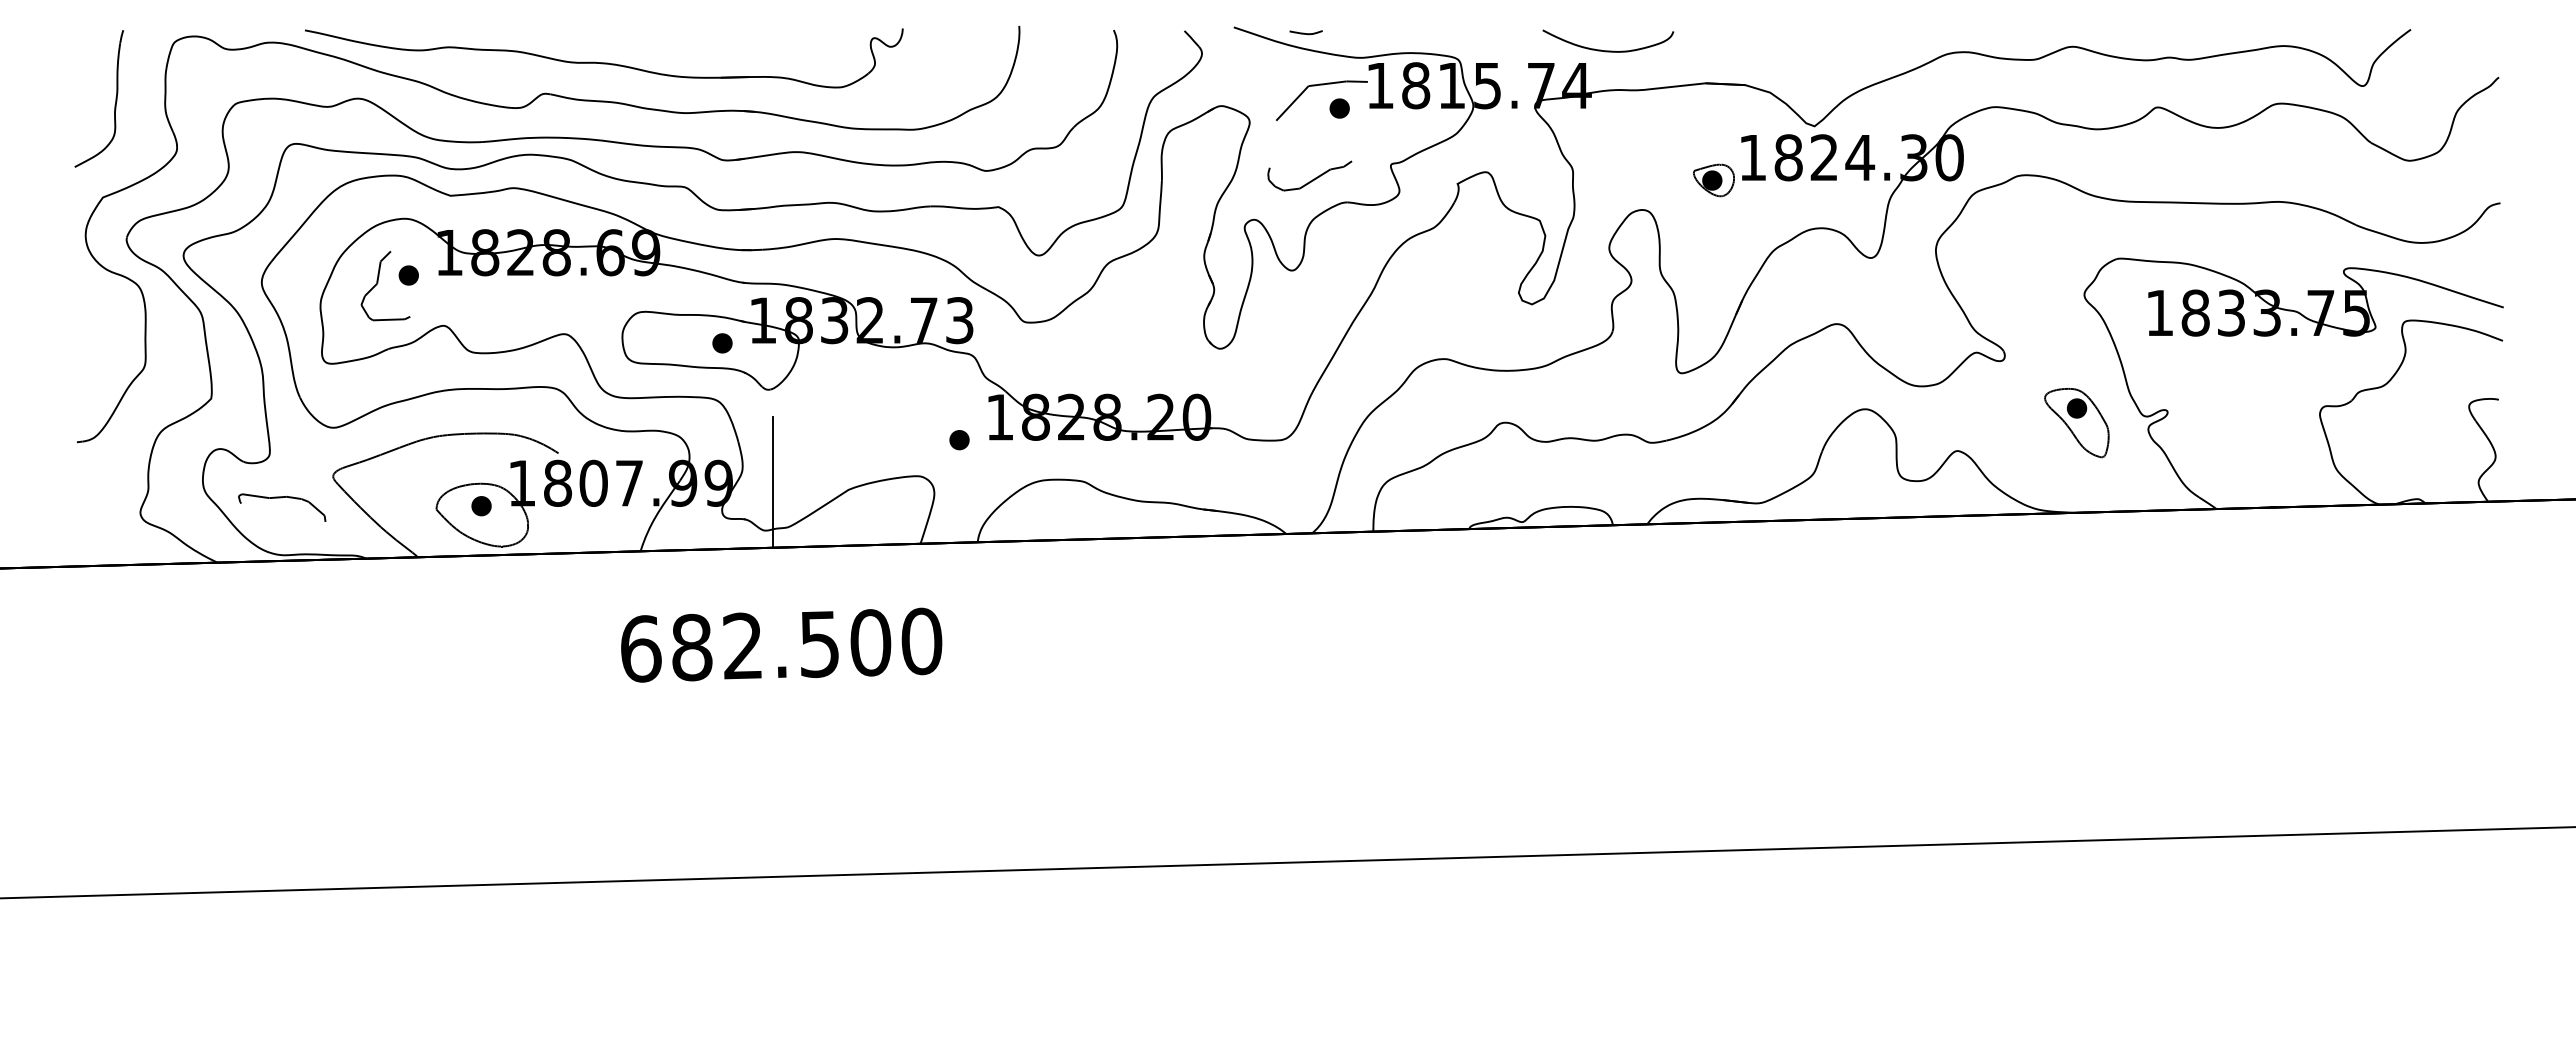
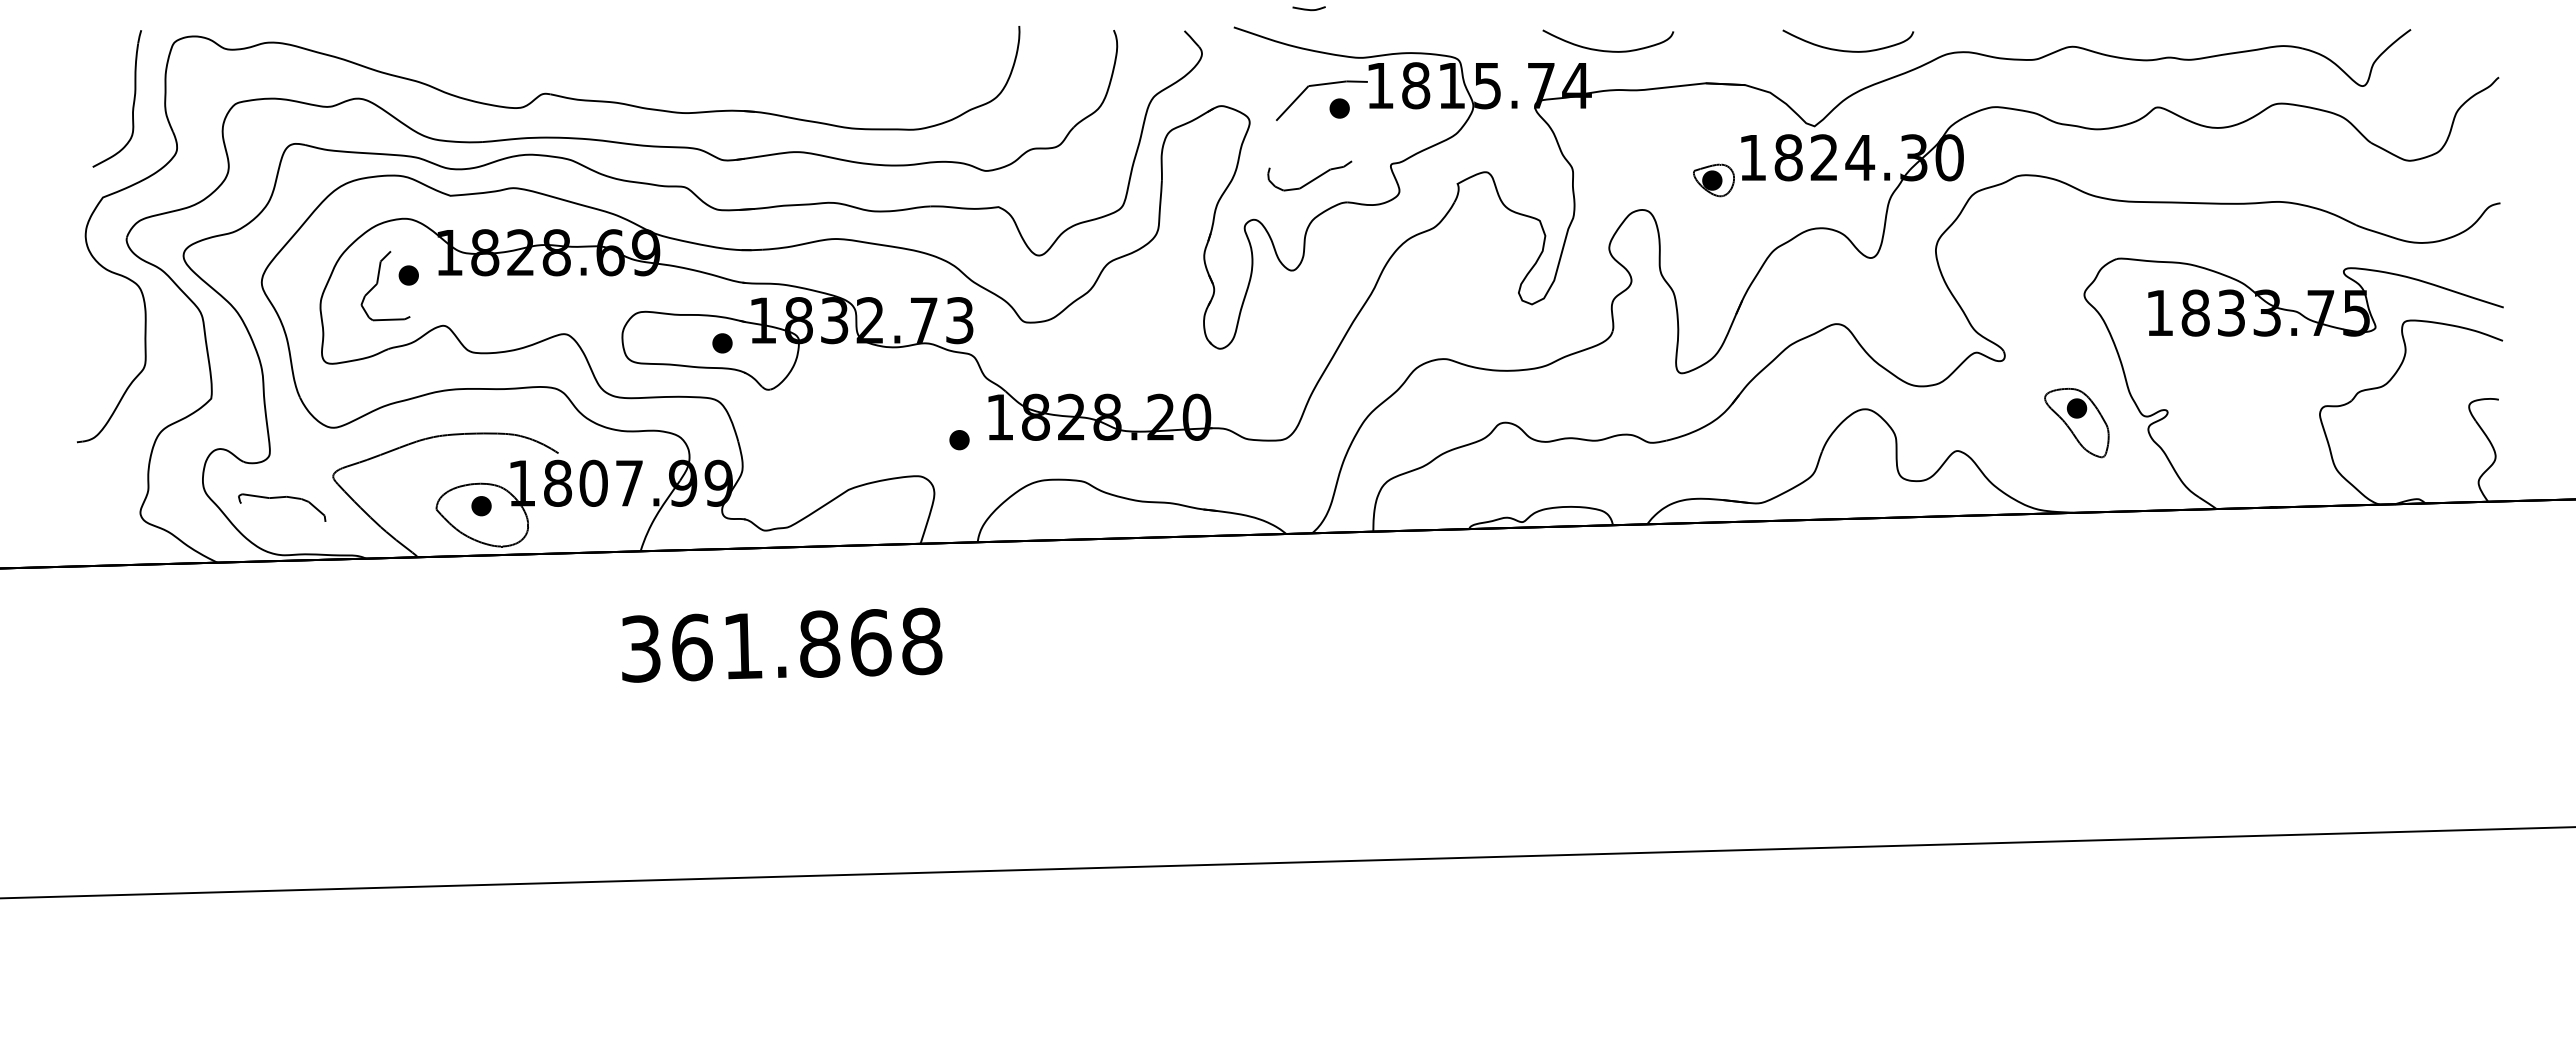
curve at (1304, 32) position: (1304, 32) -> (1307, 8)
curve at (1848, 50): none -> present
part at (604, 58): present -> none
part at (115, 98) position: (115, 98) -> (133, 98)
line at (773, 482): present -> none
text at (781, 644): 682.500 -> 361.868
